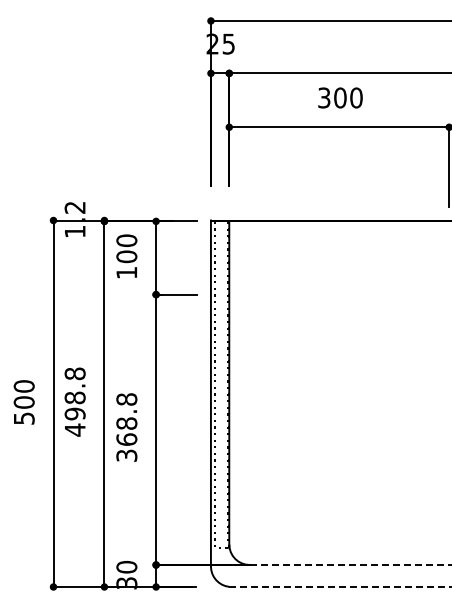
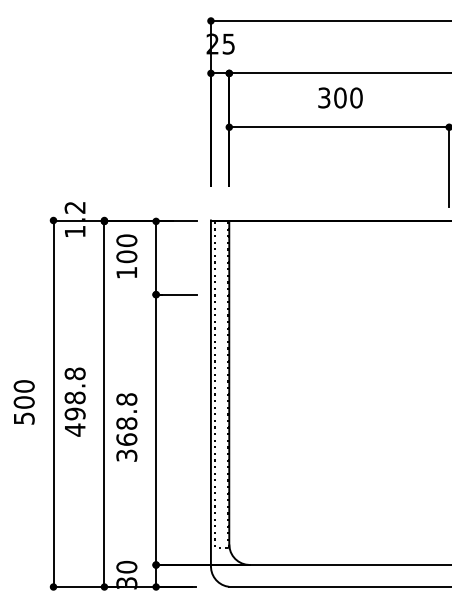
line at (350, 565): dashed -> solid
line at (340, 587): dashed -> solid
